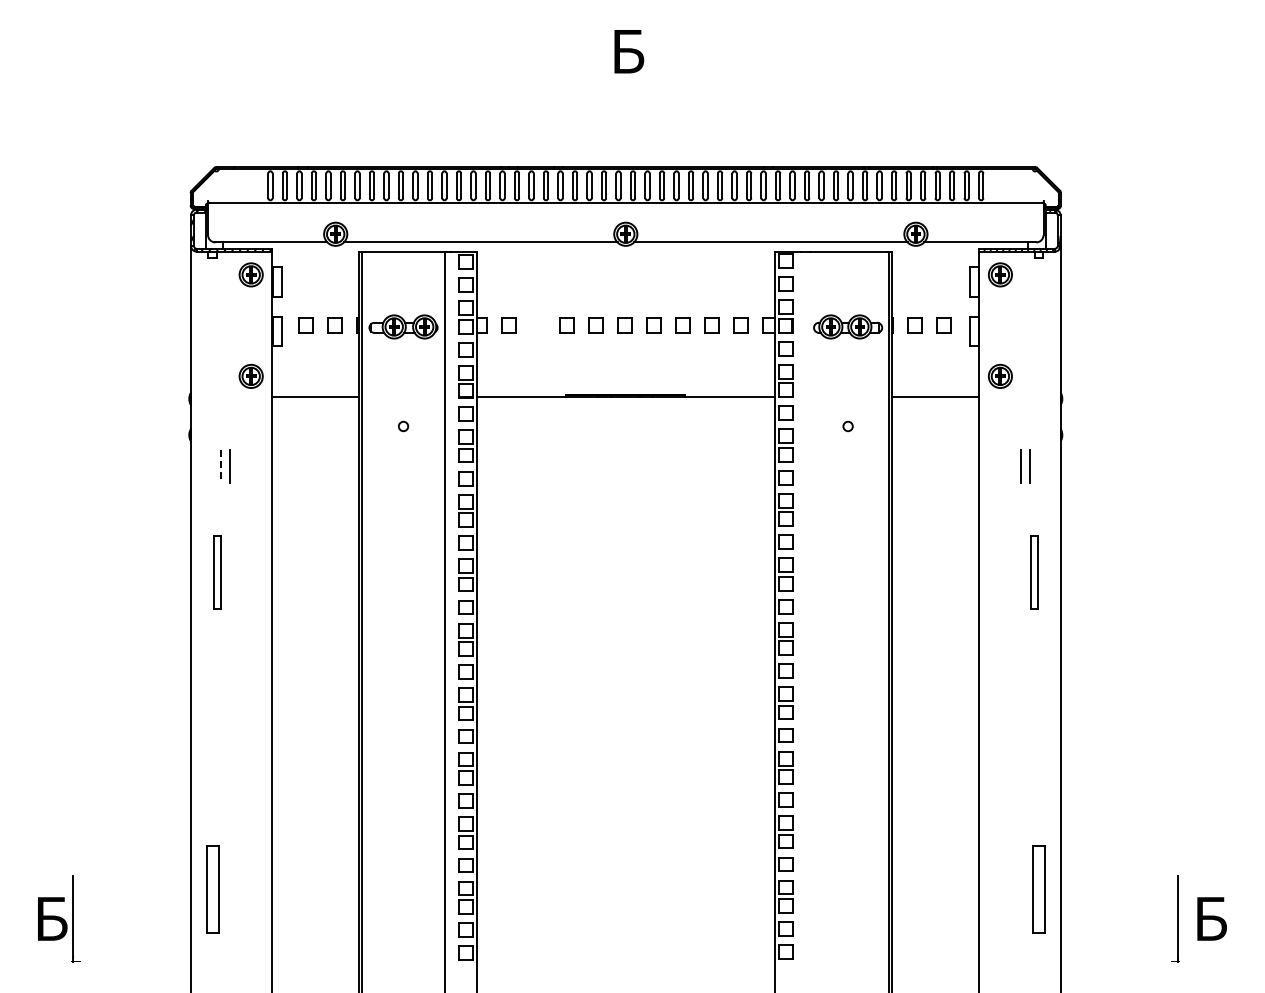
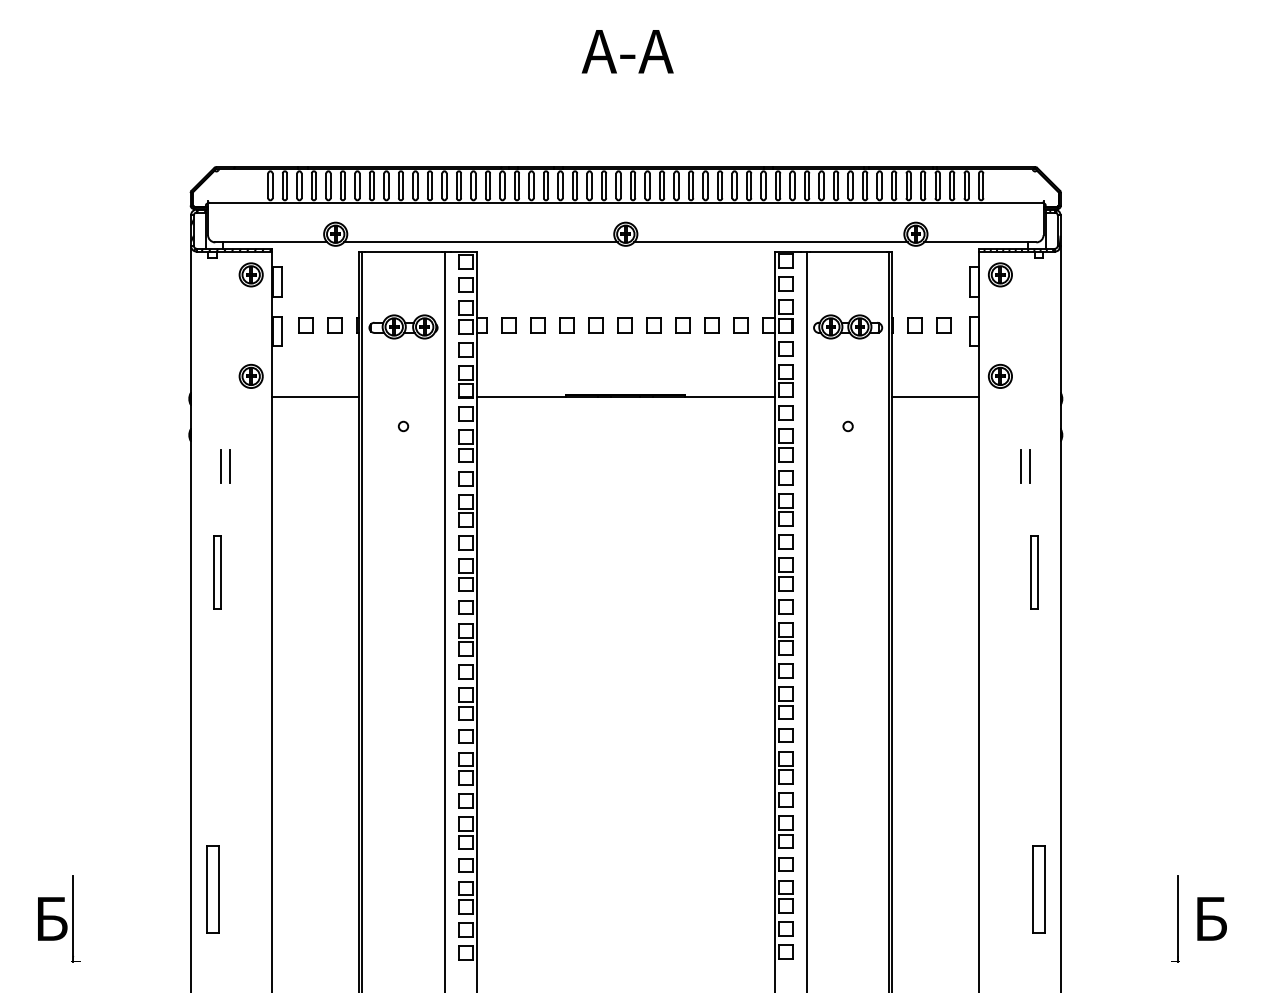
text at (627, 51): Б -> А-А
part at (537, 325): none -> present
line at (221, 466): dashed -> solid
line at (806, 620): none -> present
